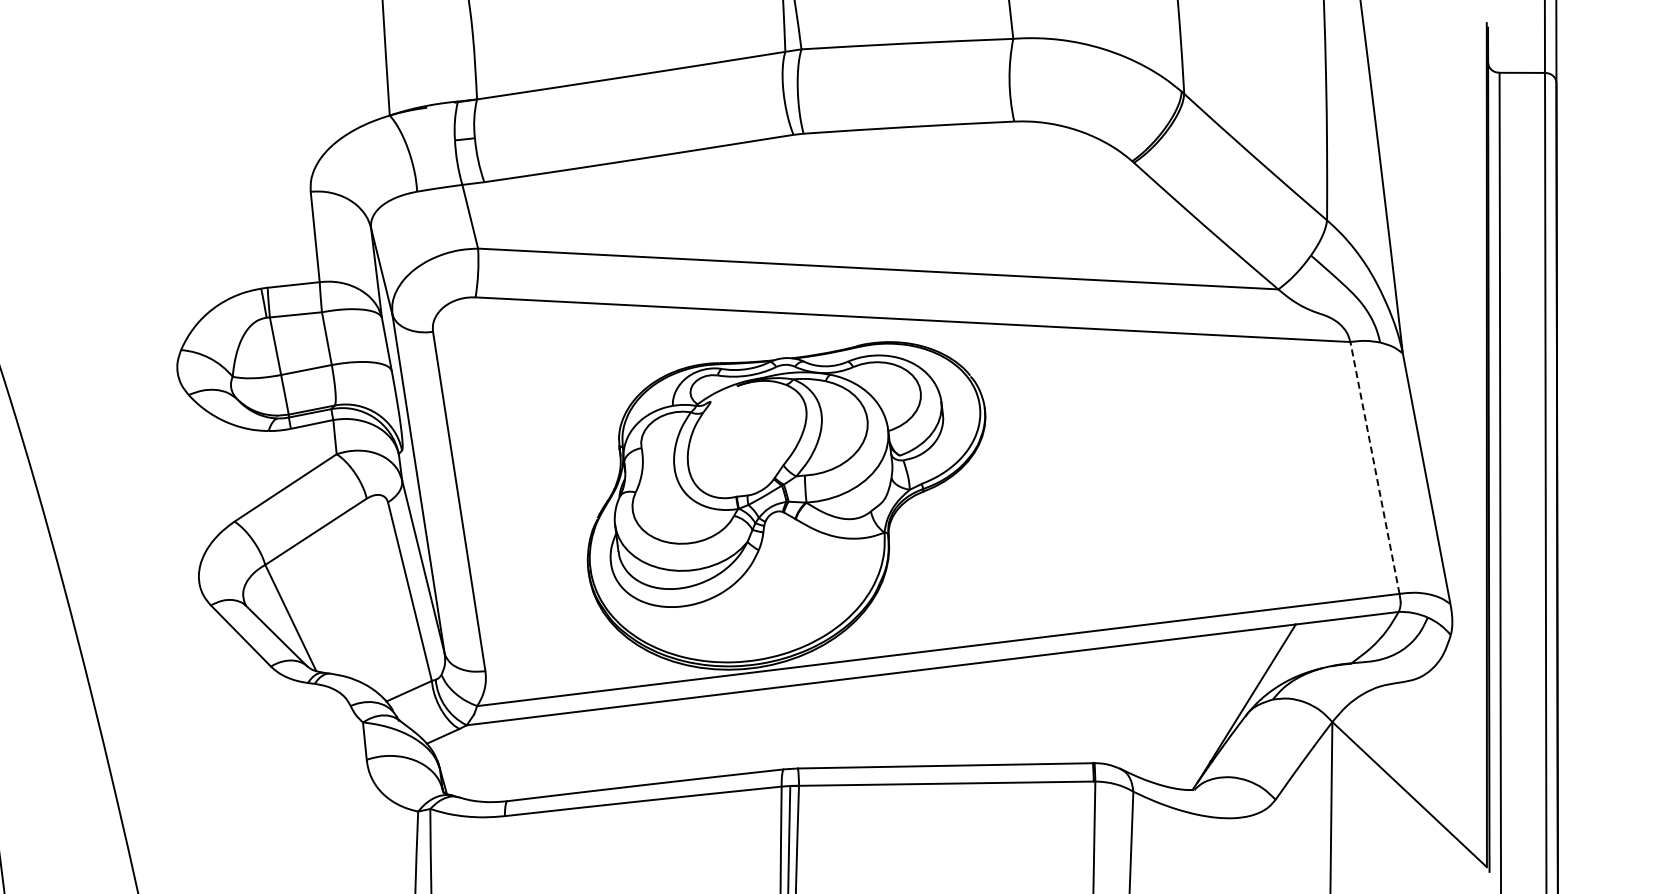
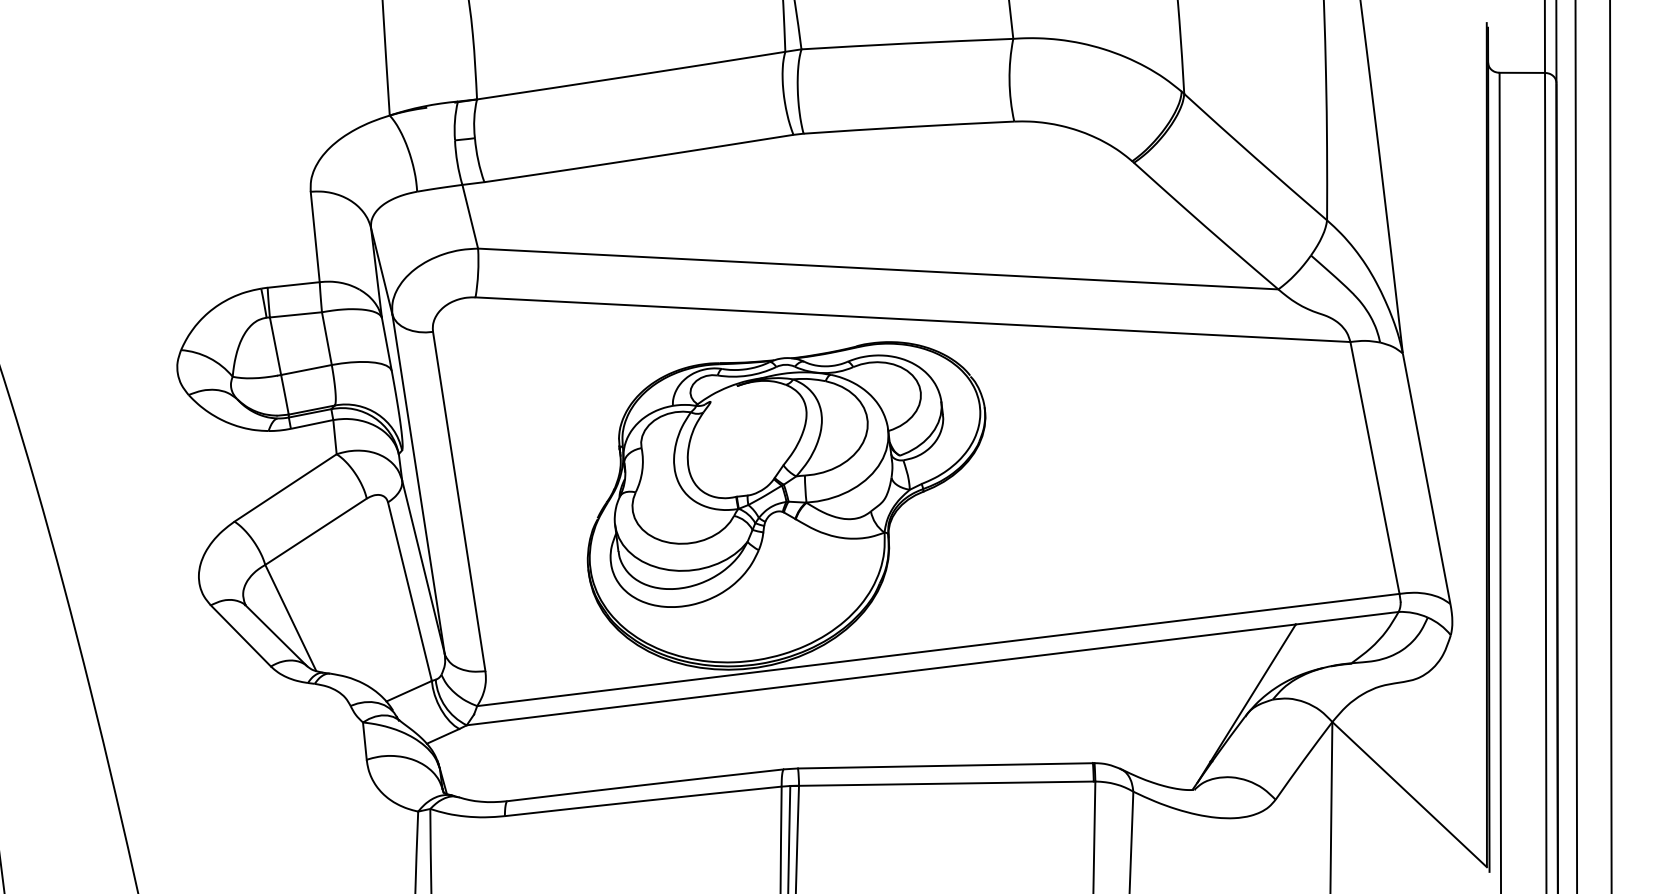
line at (1576, 446): none -> present
line at (1610, 446): none -> present
line at (1374, 467): dashed -> solid
